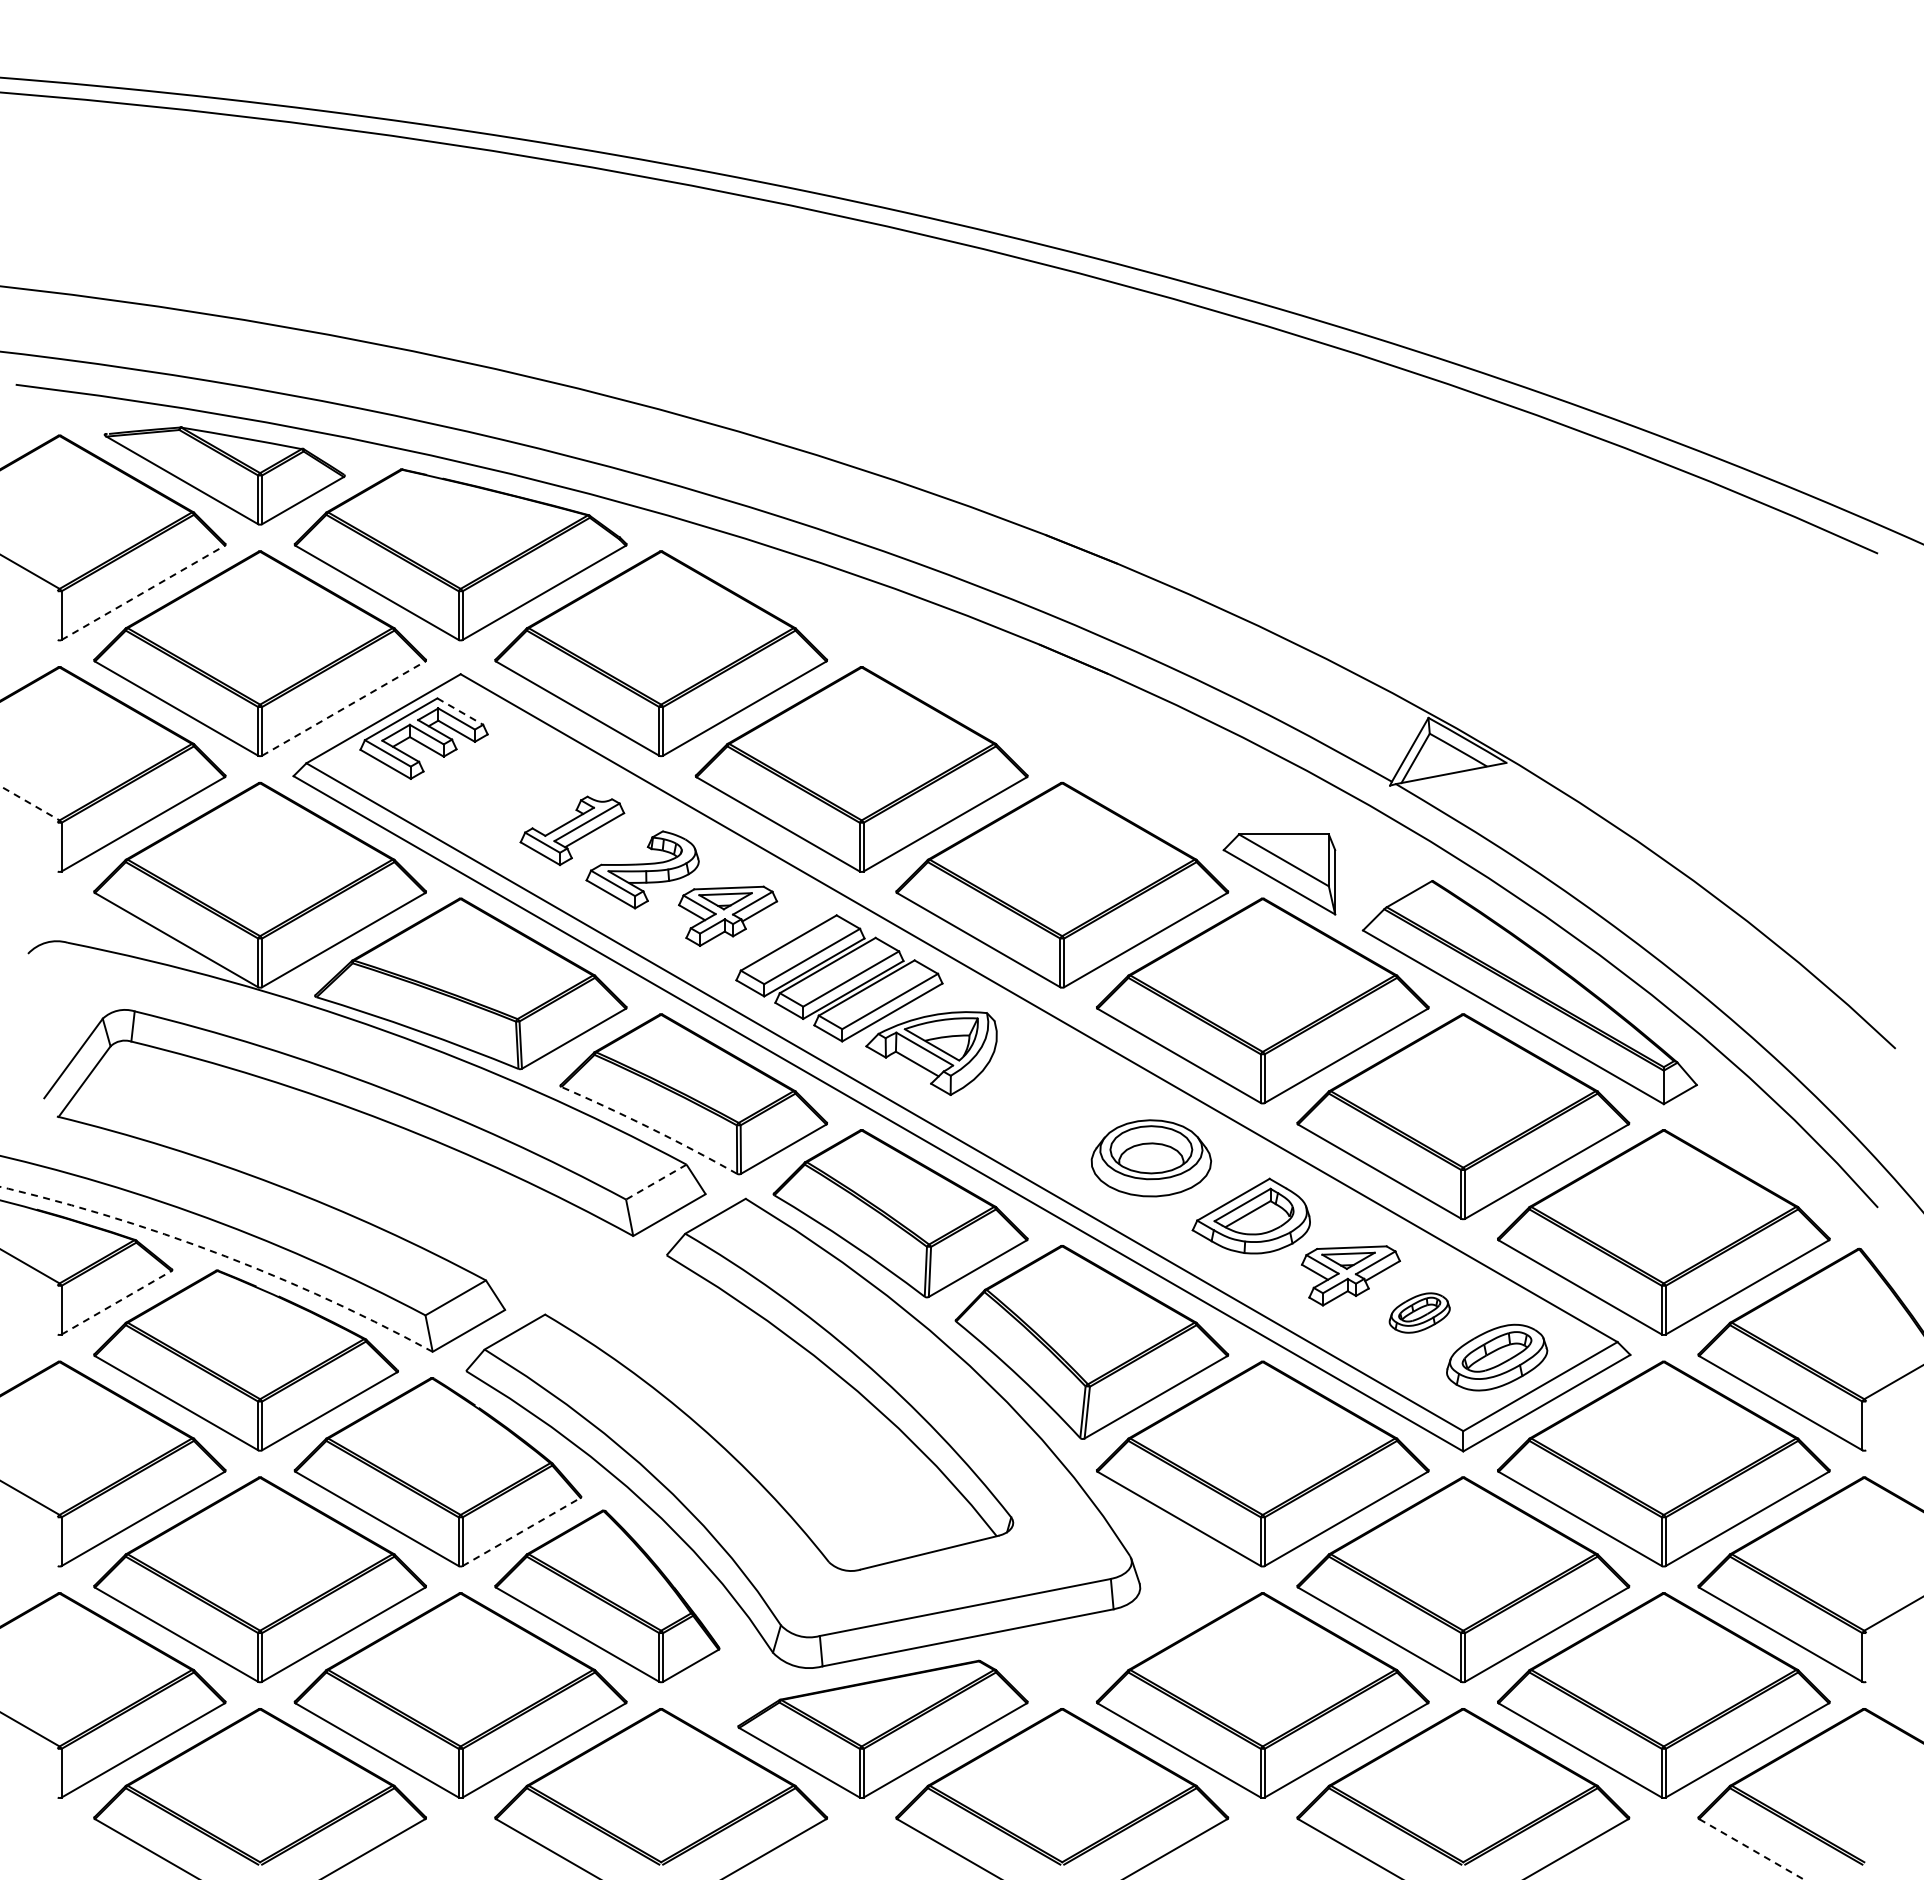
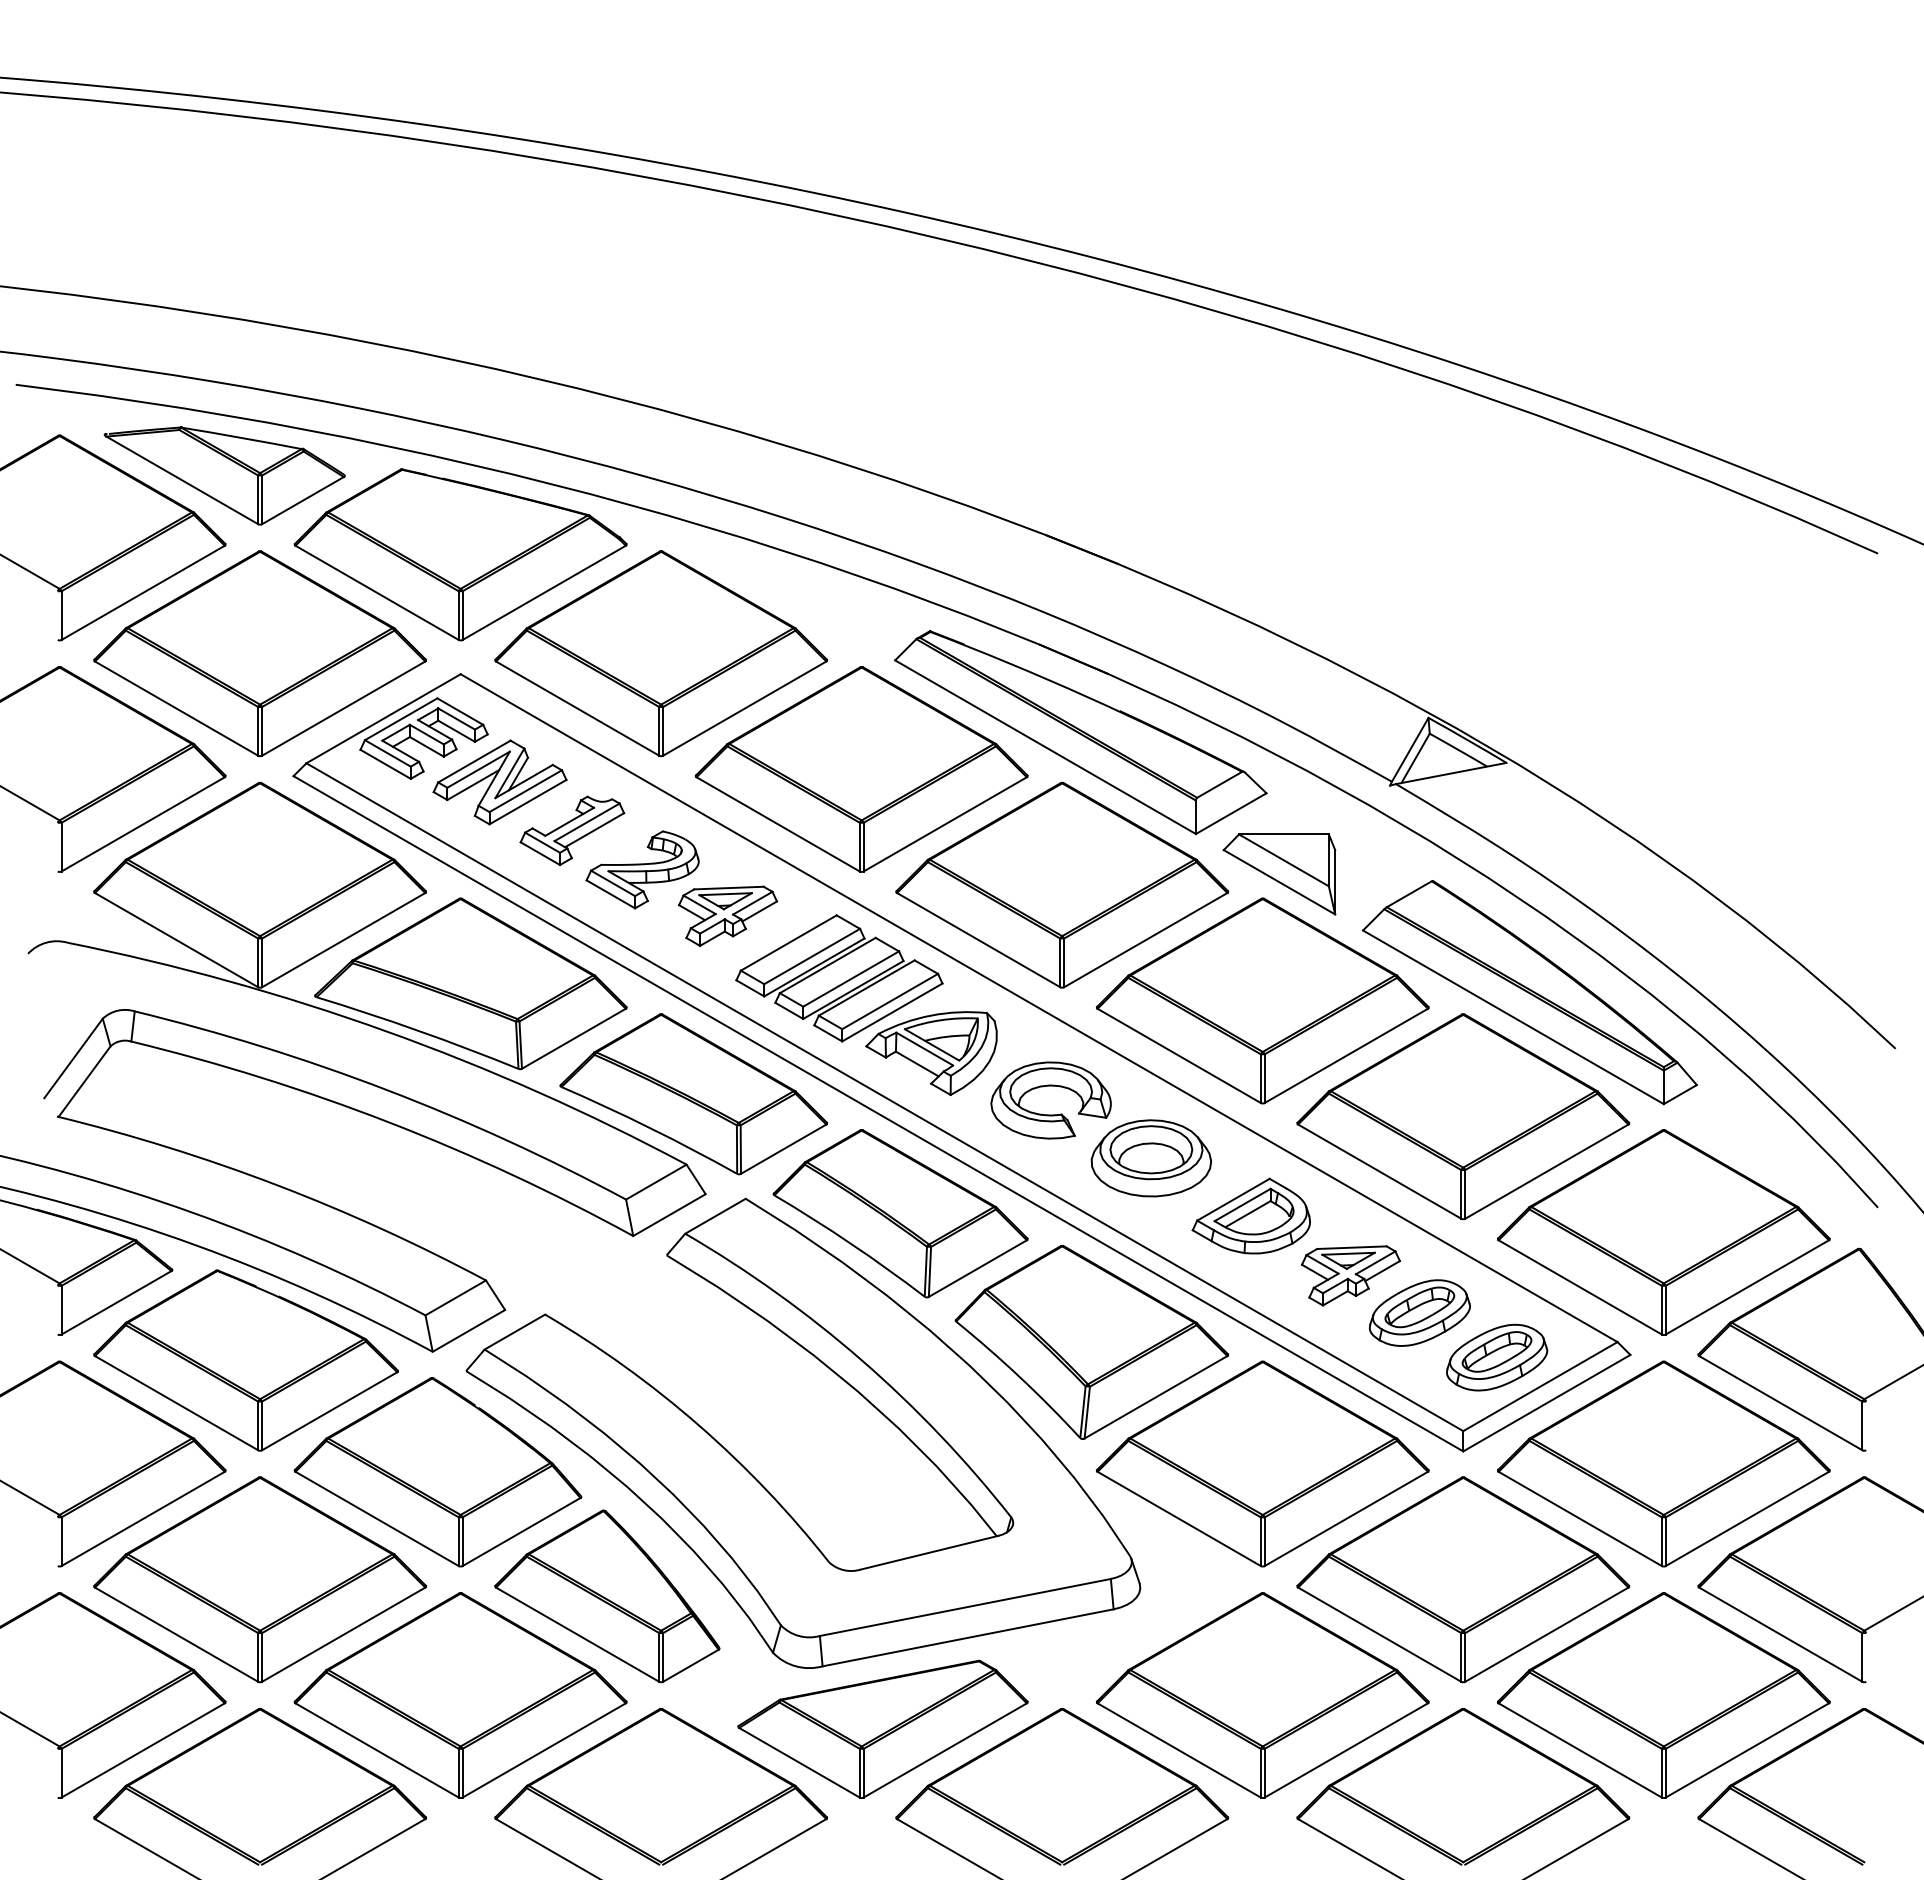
line at (143, 592): dashed -> solid
line at (344, 708): dashed -> solid
line at (460, 711): dashed -> solid
part at (1080, 732): none -> present
part at (499, 782): none -> present
line at (30, 803): dashed -> solid
part at (1050, 1086): none -> present
arc at (650, 1128): dashed -> solid
line at (656, 1182): dashed -> solid
arc at (222, 1255): dashed -> solid
line at (116, 1302): dashed -> solid
part at (1419, 1312) size: 63x42 px -> 103x68 px
line at (522, 1531): dashed -> solid
line at (1751, 1849): dashed -> solid
